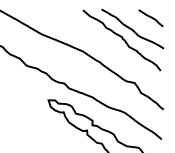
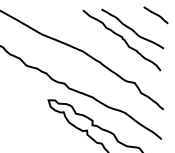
curve at (150, 17) position: (150, 17) -> (155, 14)
